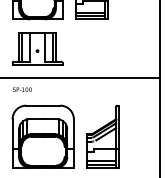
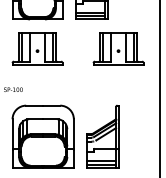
part at (118, 48): none -> present
line at (81, 78): present -> none
text at (22, 89) position: (22, 89) -> (13, 89)
